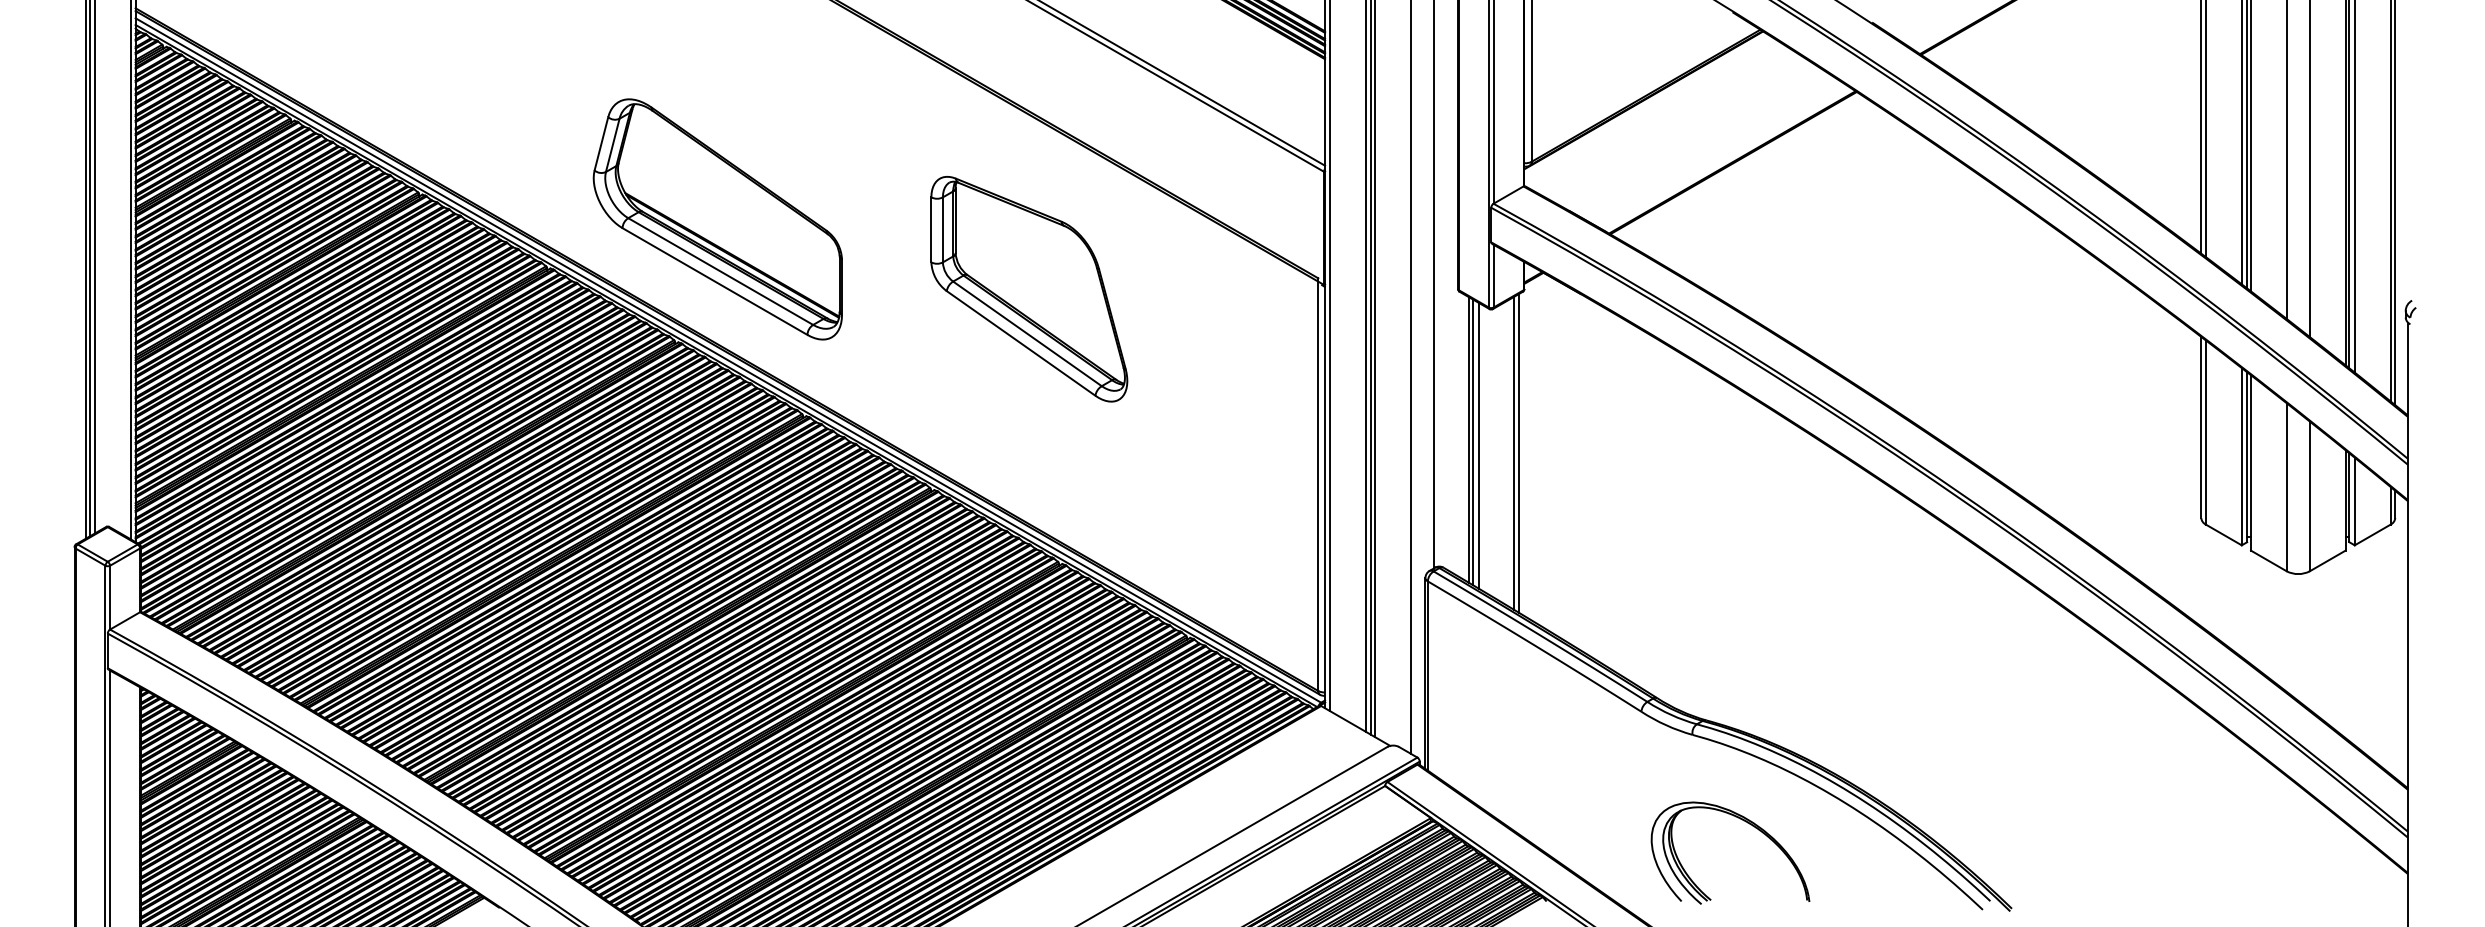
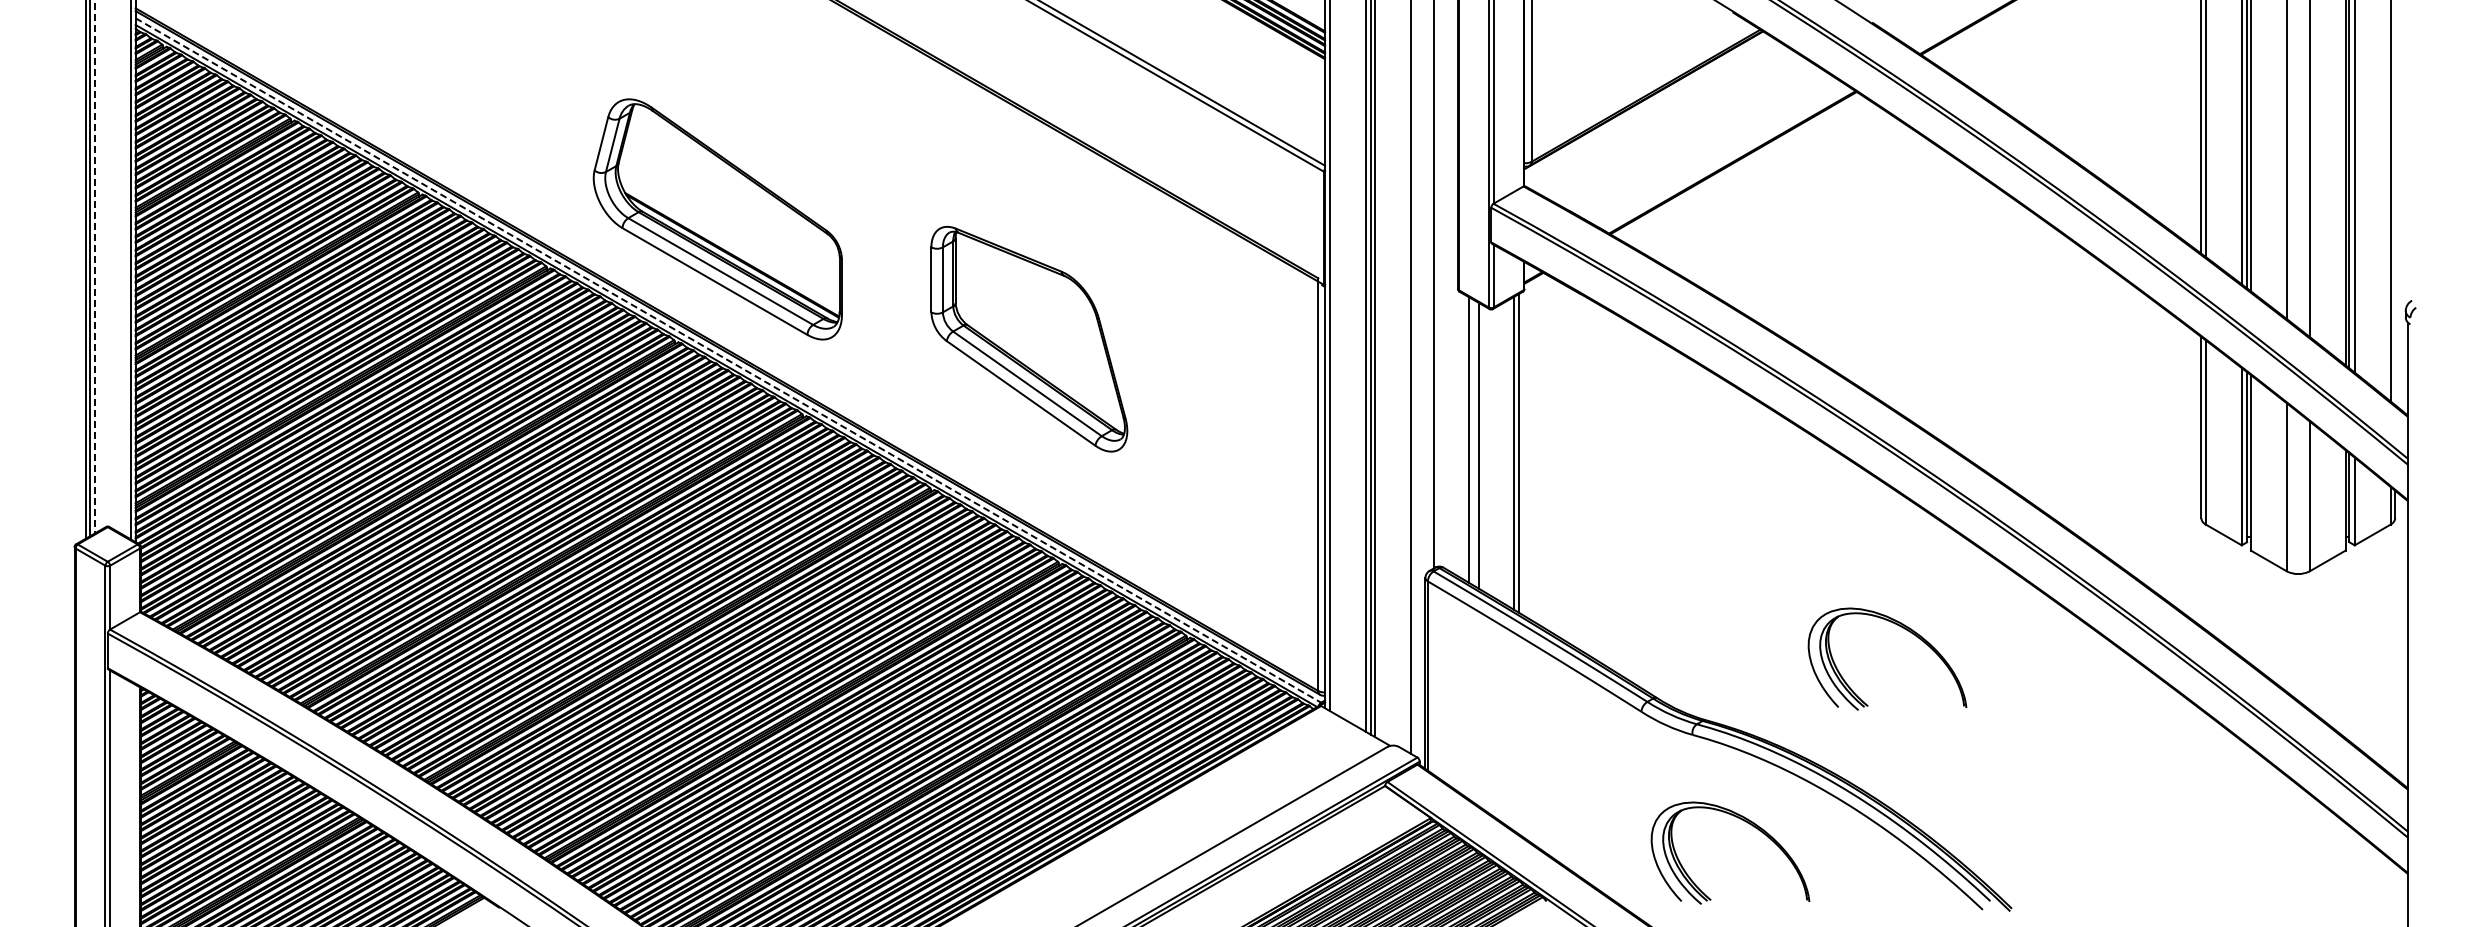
line at (2395, 203): present -> none
line at (95, 267): solid -> dashed
part at (1029, 289) position: (1029, 289) -> (1029, 339)
line at (728, 360): solid -> dashed
line at (1473, 442): present -> none
part at (1902, 628): none -> present
